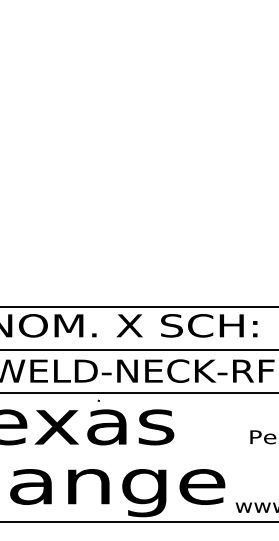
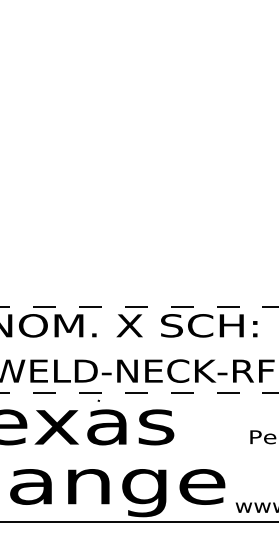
line at (139, 307): solid -> dashed
line at (138, 350): present -> none
line at (139, 393): solid -> dashed
